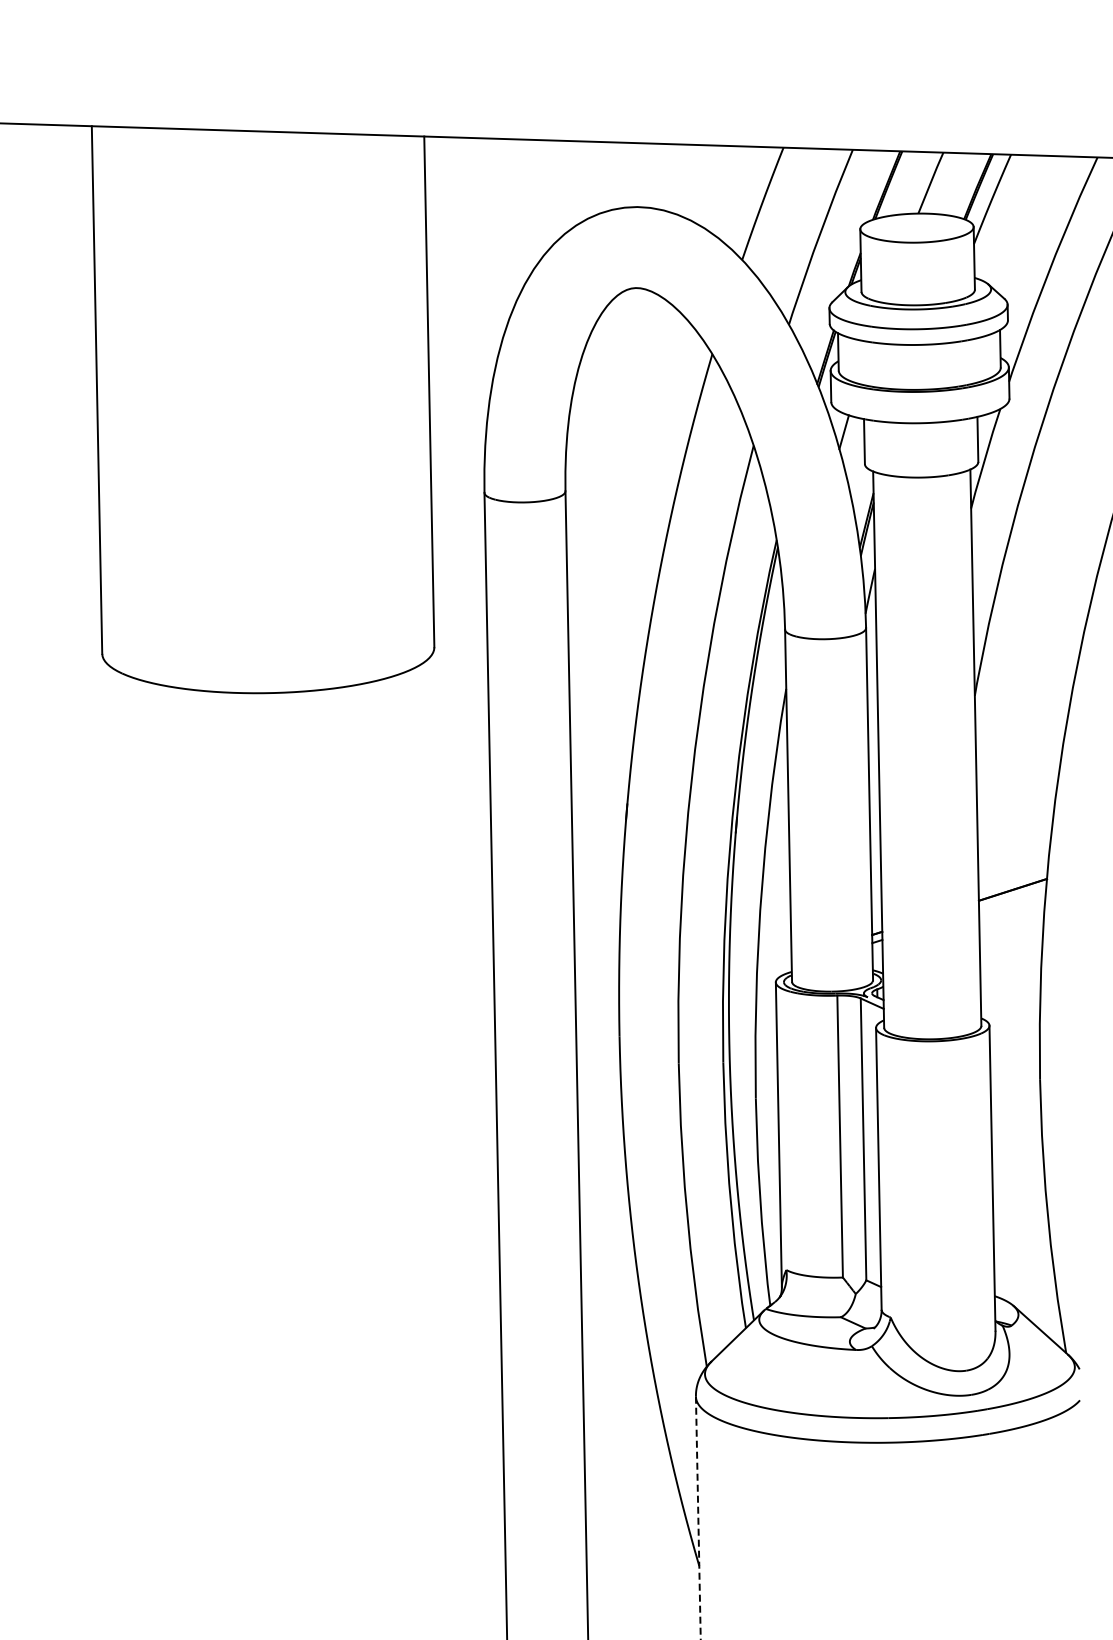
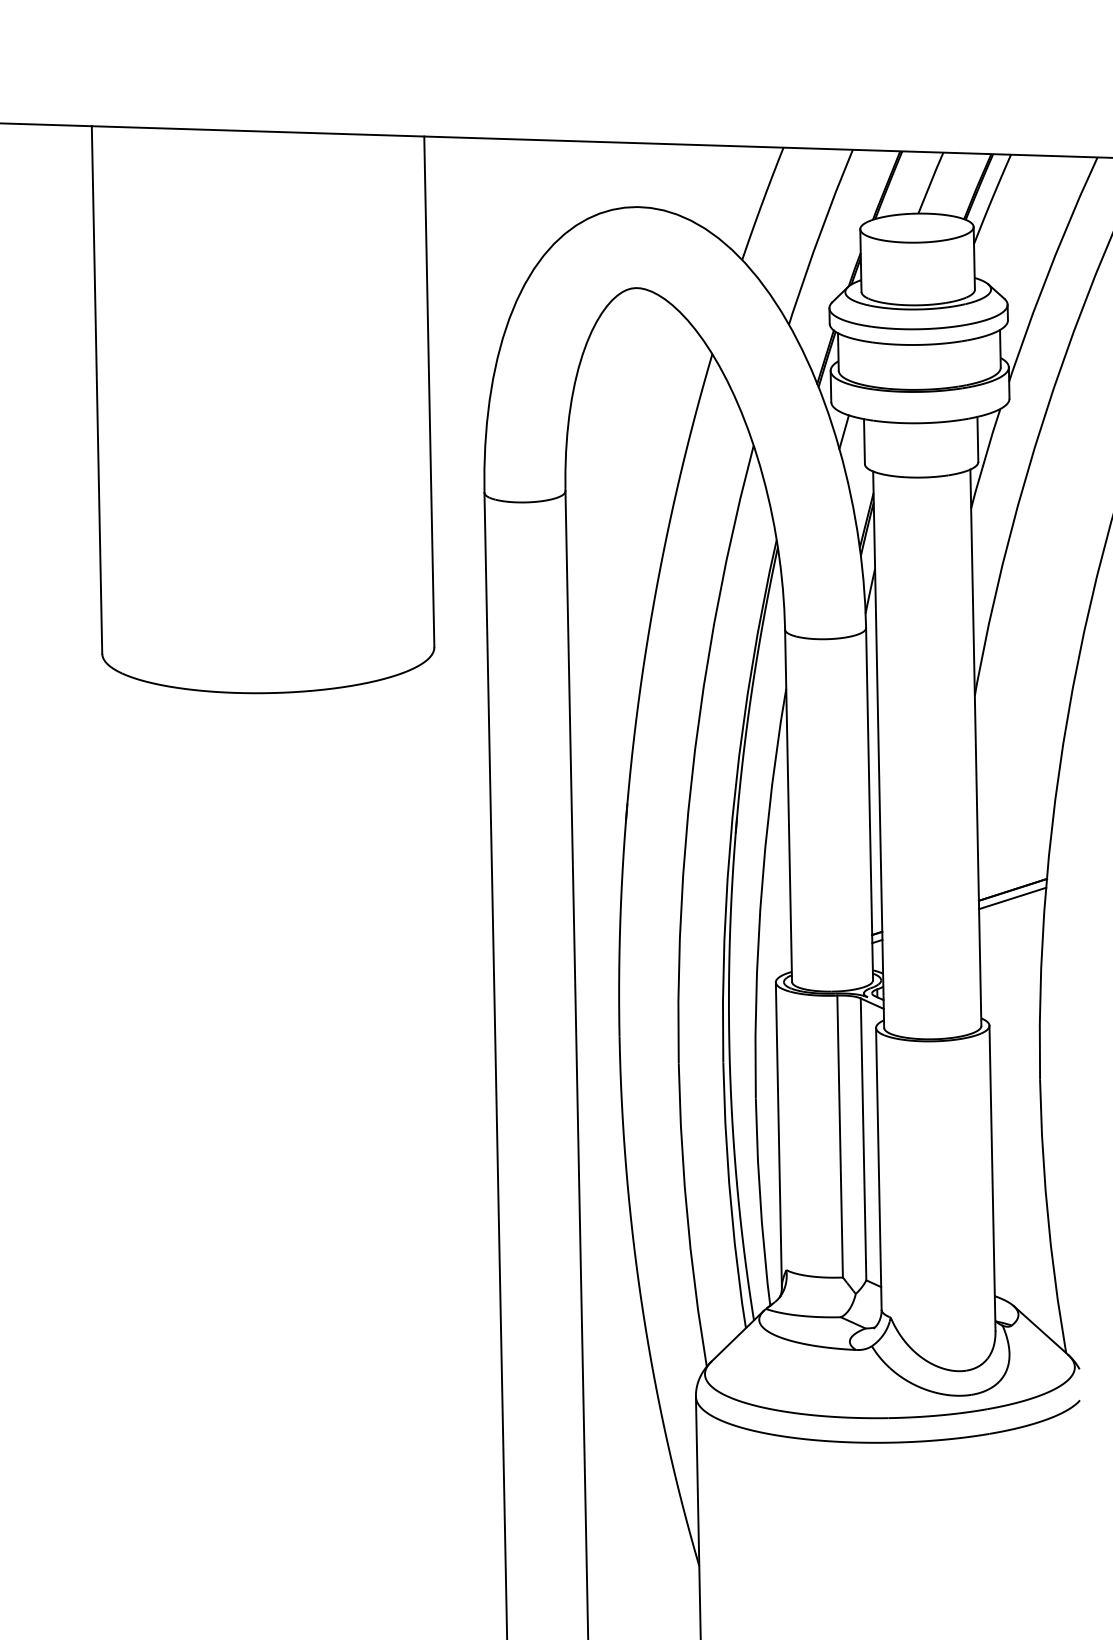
line at (1012, 898): none -> present
line at (698, 1518): dashed -> solid
